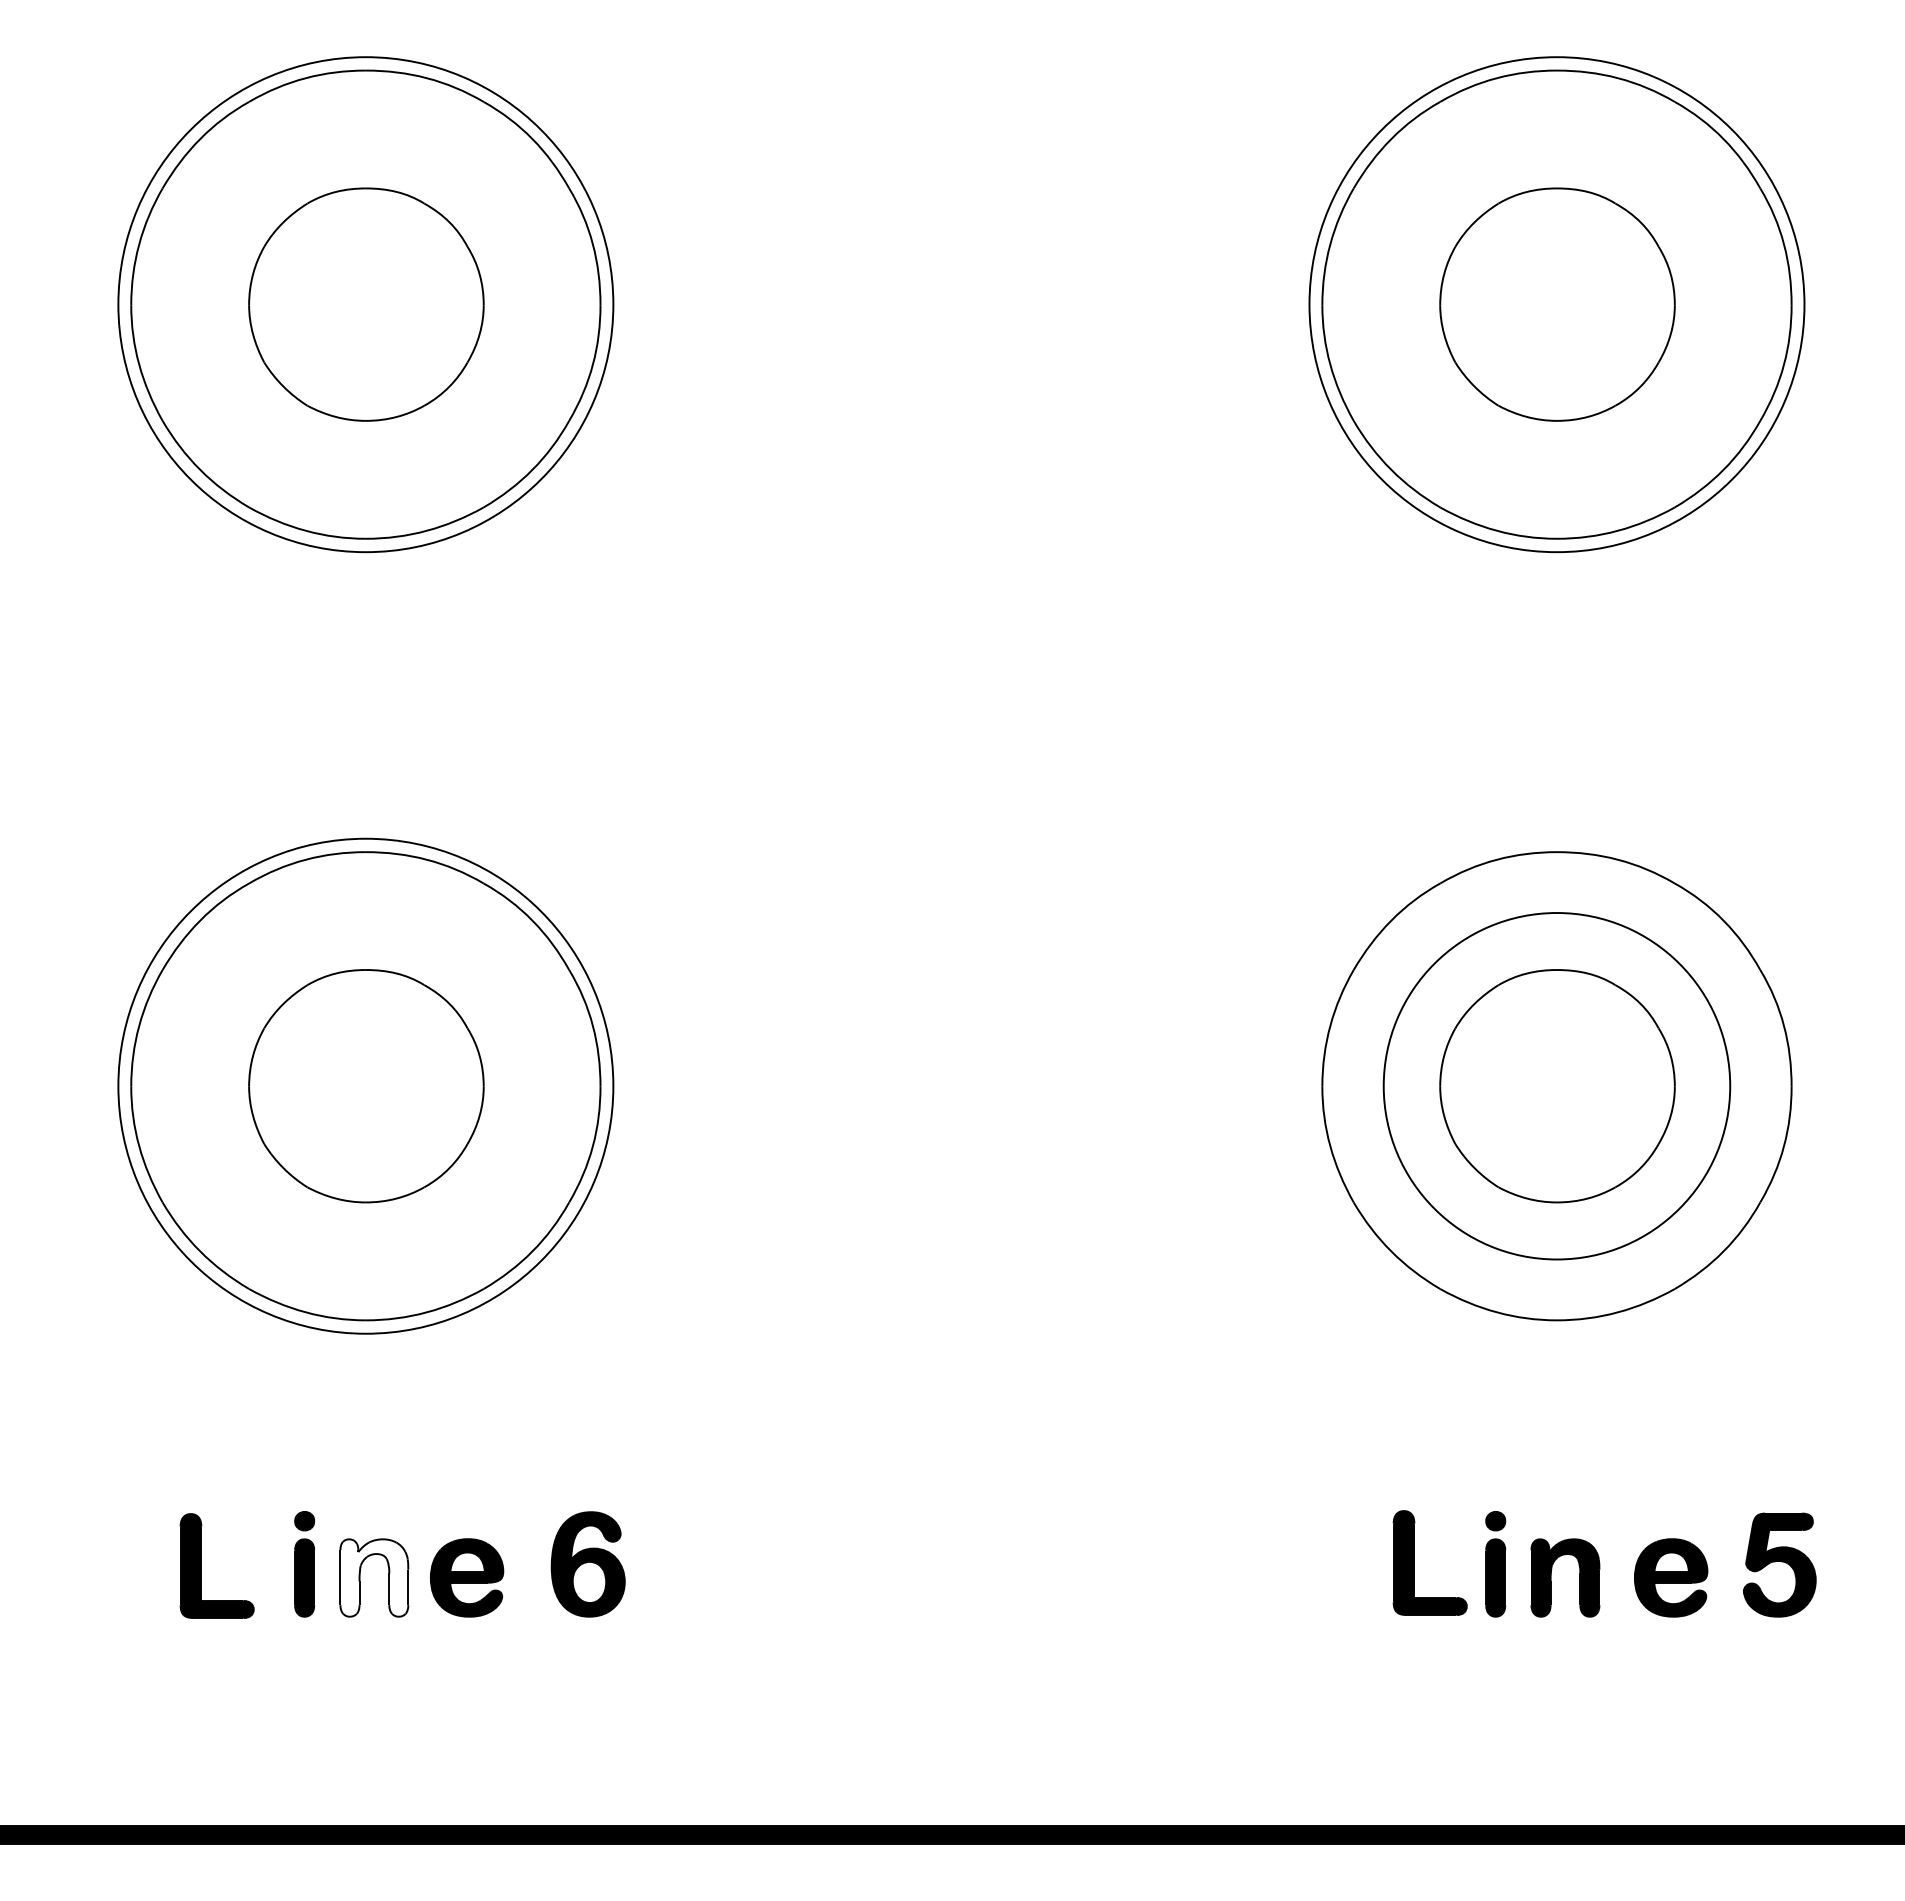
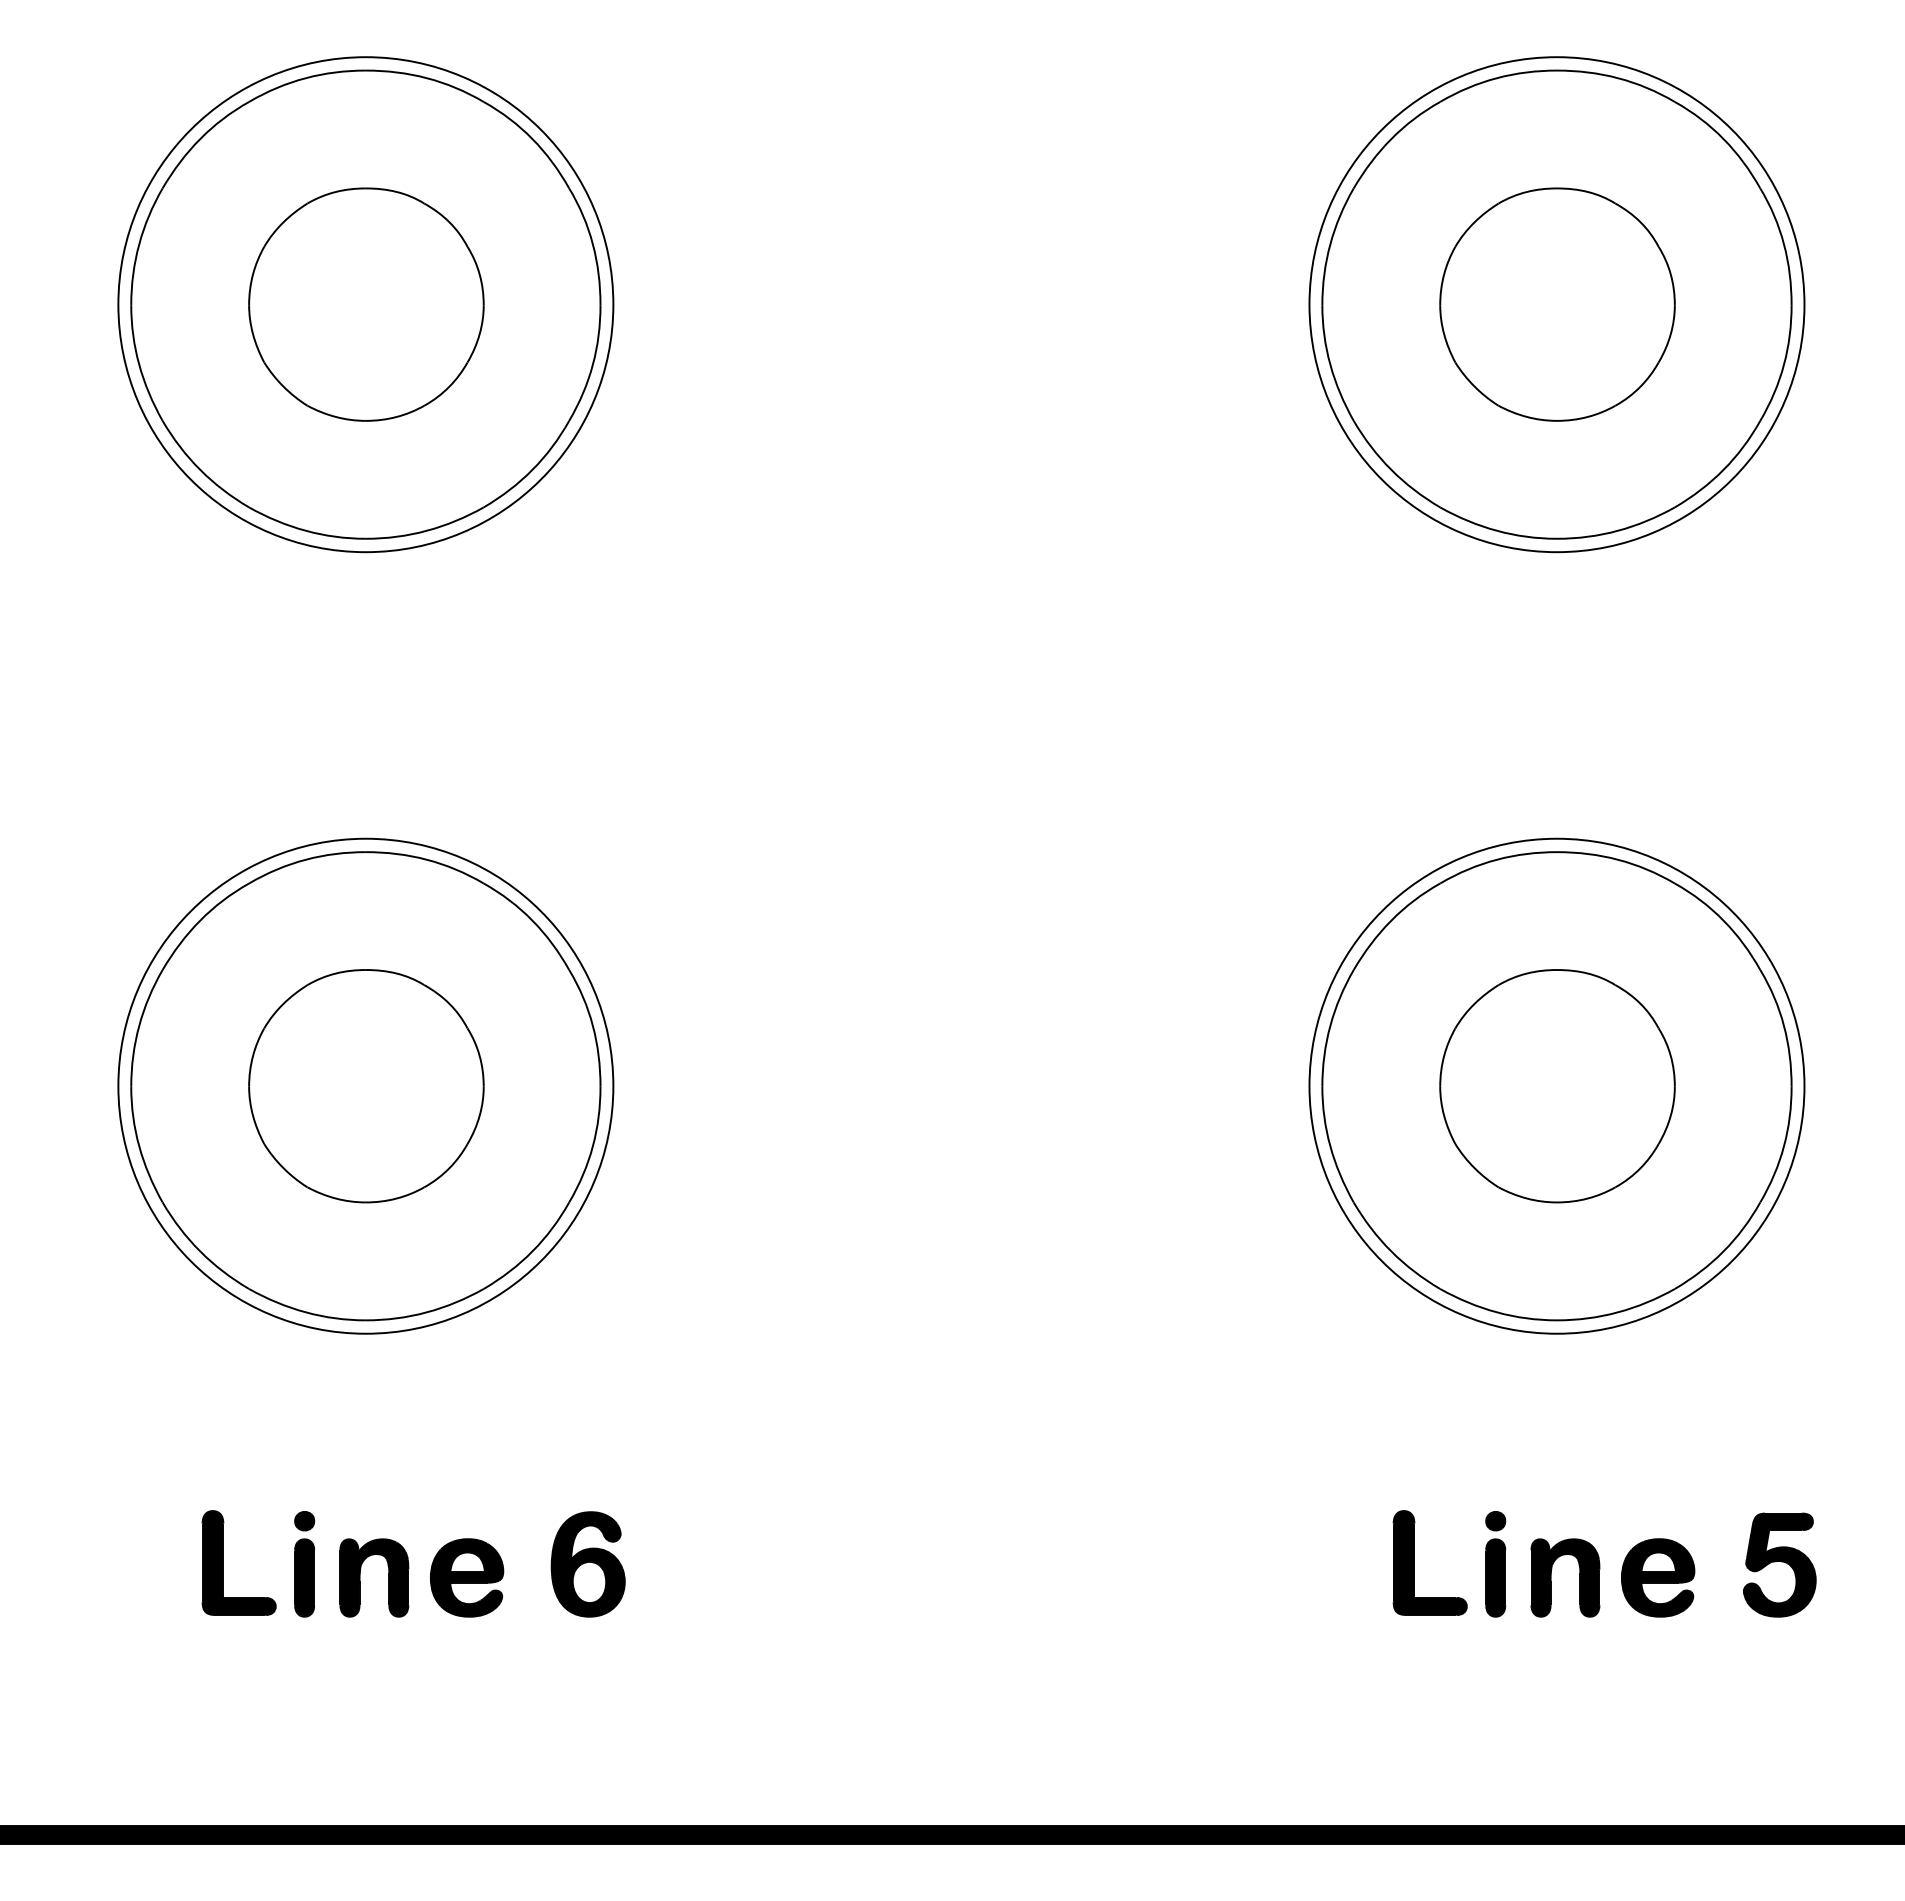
circle at (1556, 1086) diameter: 346 px -> 495 px
part at (201, 1565) position: (201, 1565) -> (223, 1562)
fill at (374, 1577): none -> present
part at (1671, 1577) position: (1671, 1577) -> (1658, 1577)
